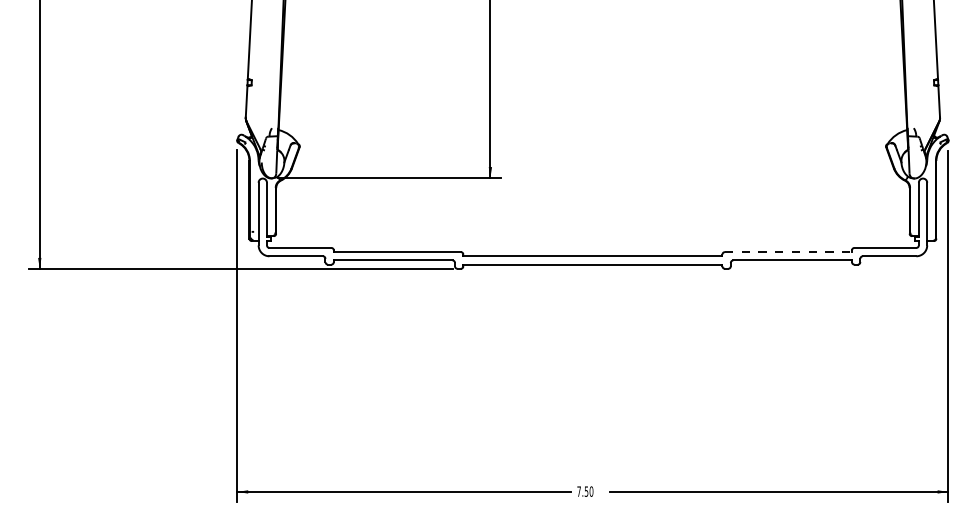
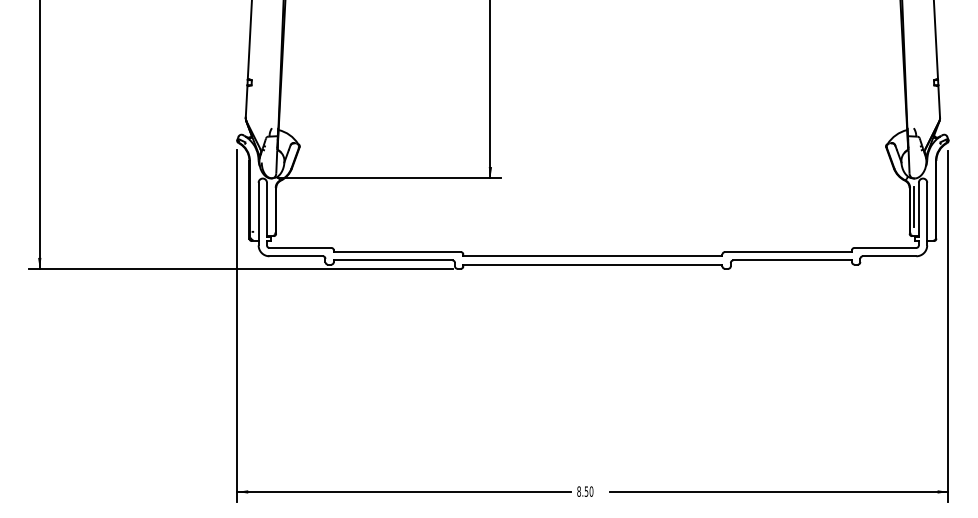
line at (914, 206): none -> present
line at (788, 252): dashed -> solid
text at (578, 491): 7.50 -> 8.50
